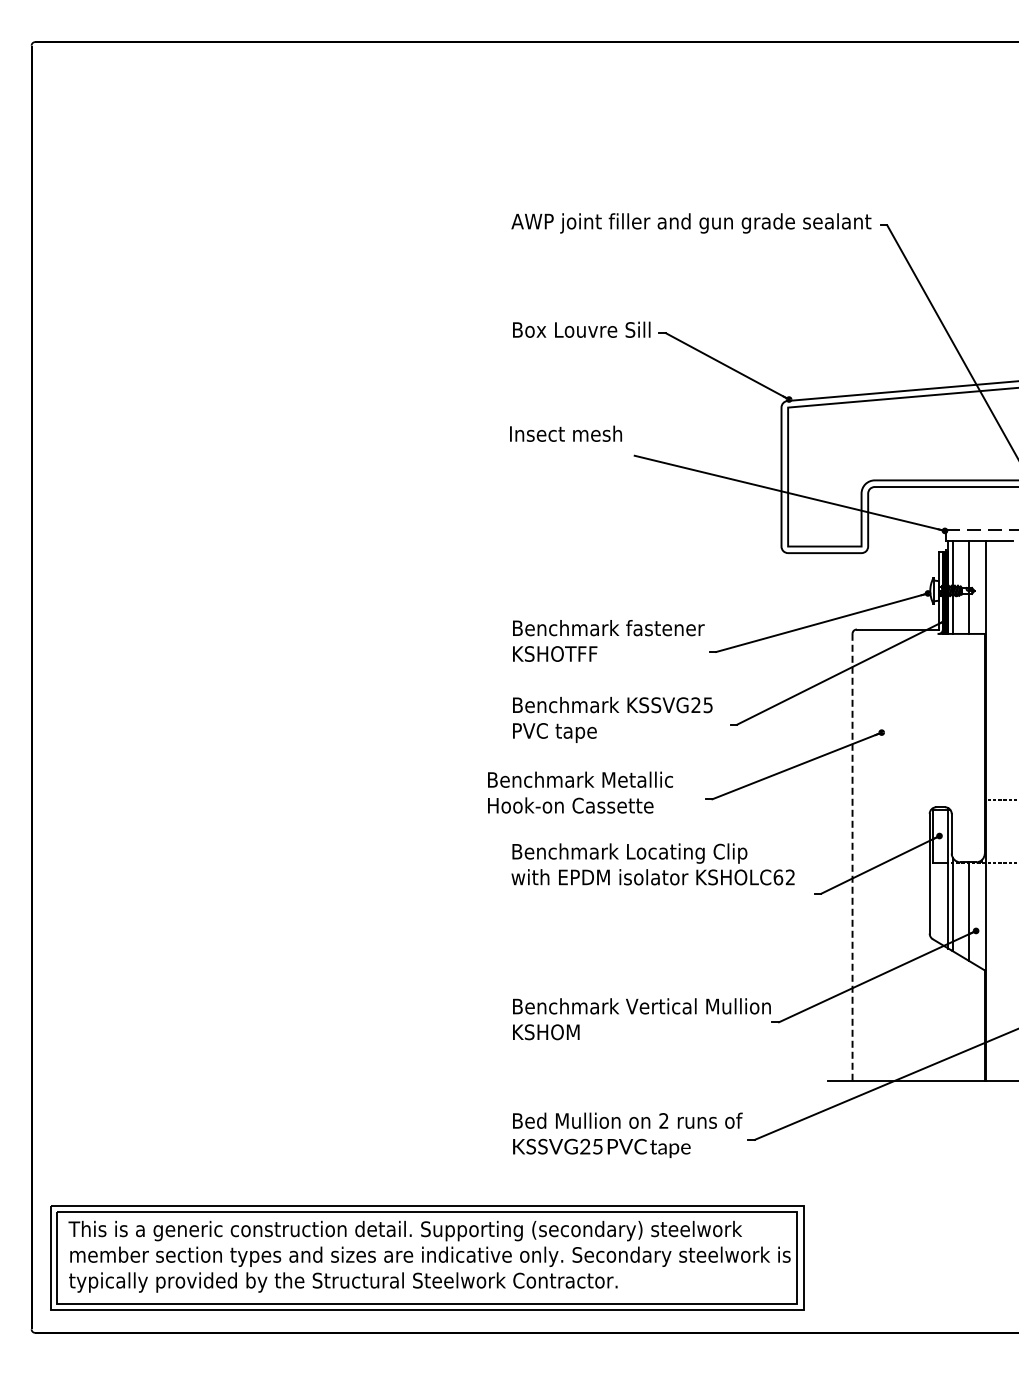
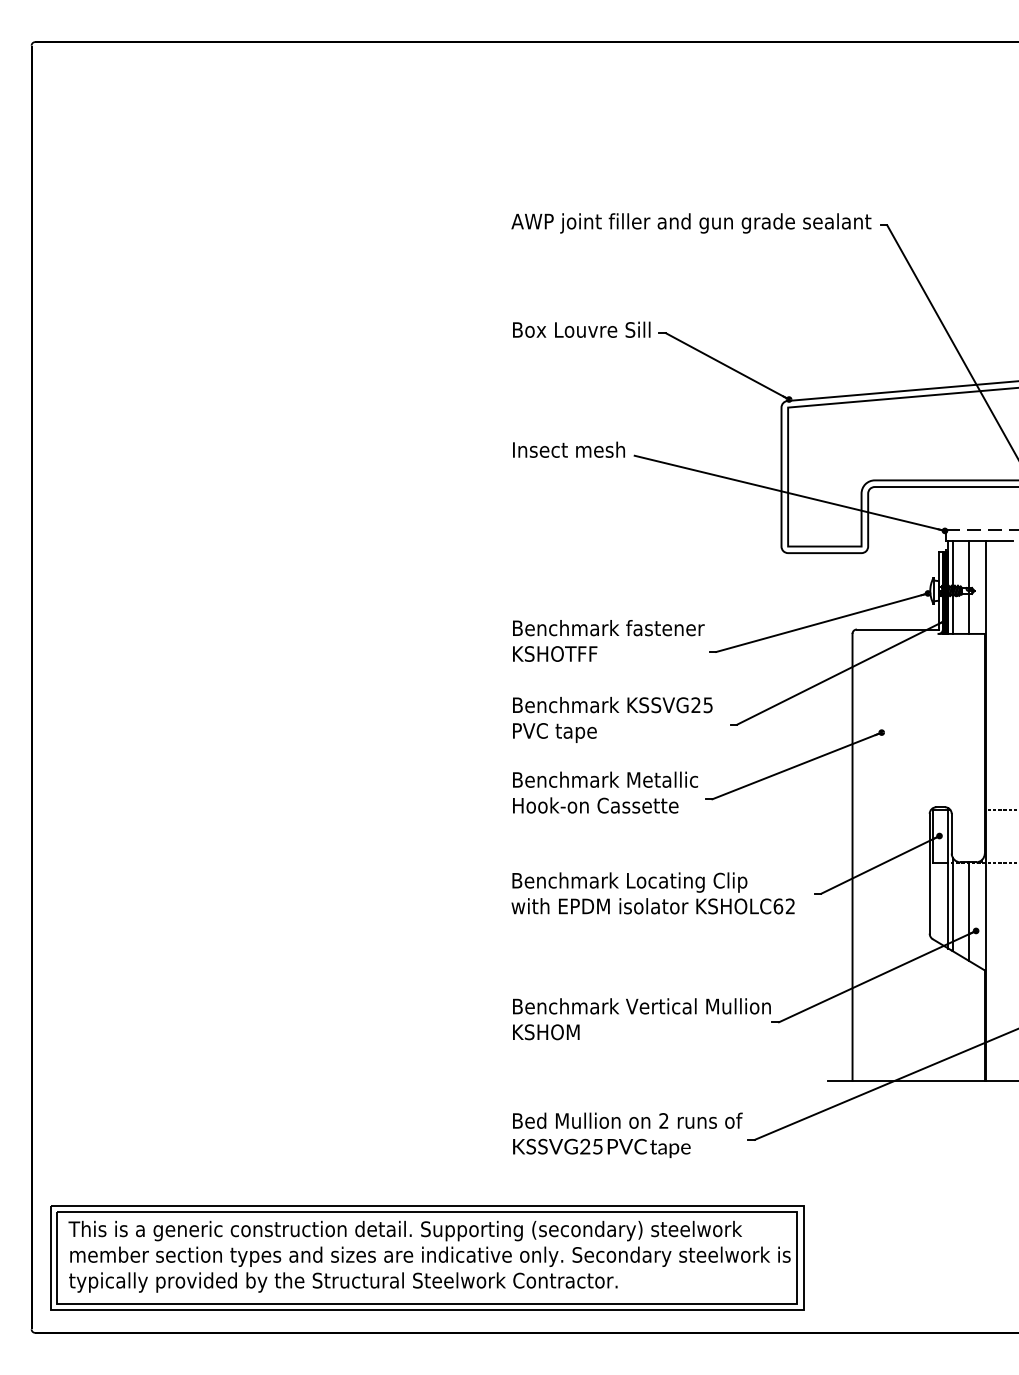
text at (565, 433) position: (565, 433) -> (568, 449)
text at (580, 792) position: (580, 792) -> (605, 792)
line at (999, 800) position: (999, 800) -> (999, 810)
line at (852, 856): dashed -> solid
text at (652, 864) position: (652, 864) -> (652, 893)
